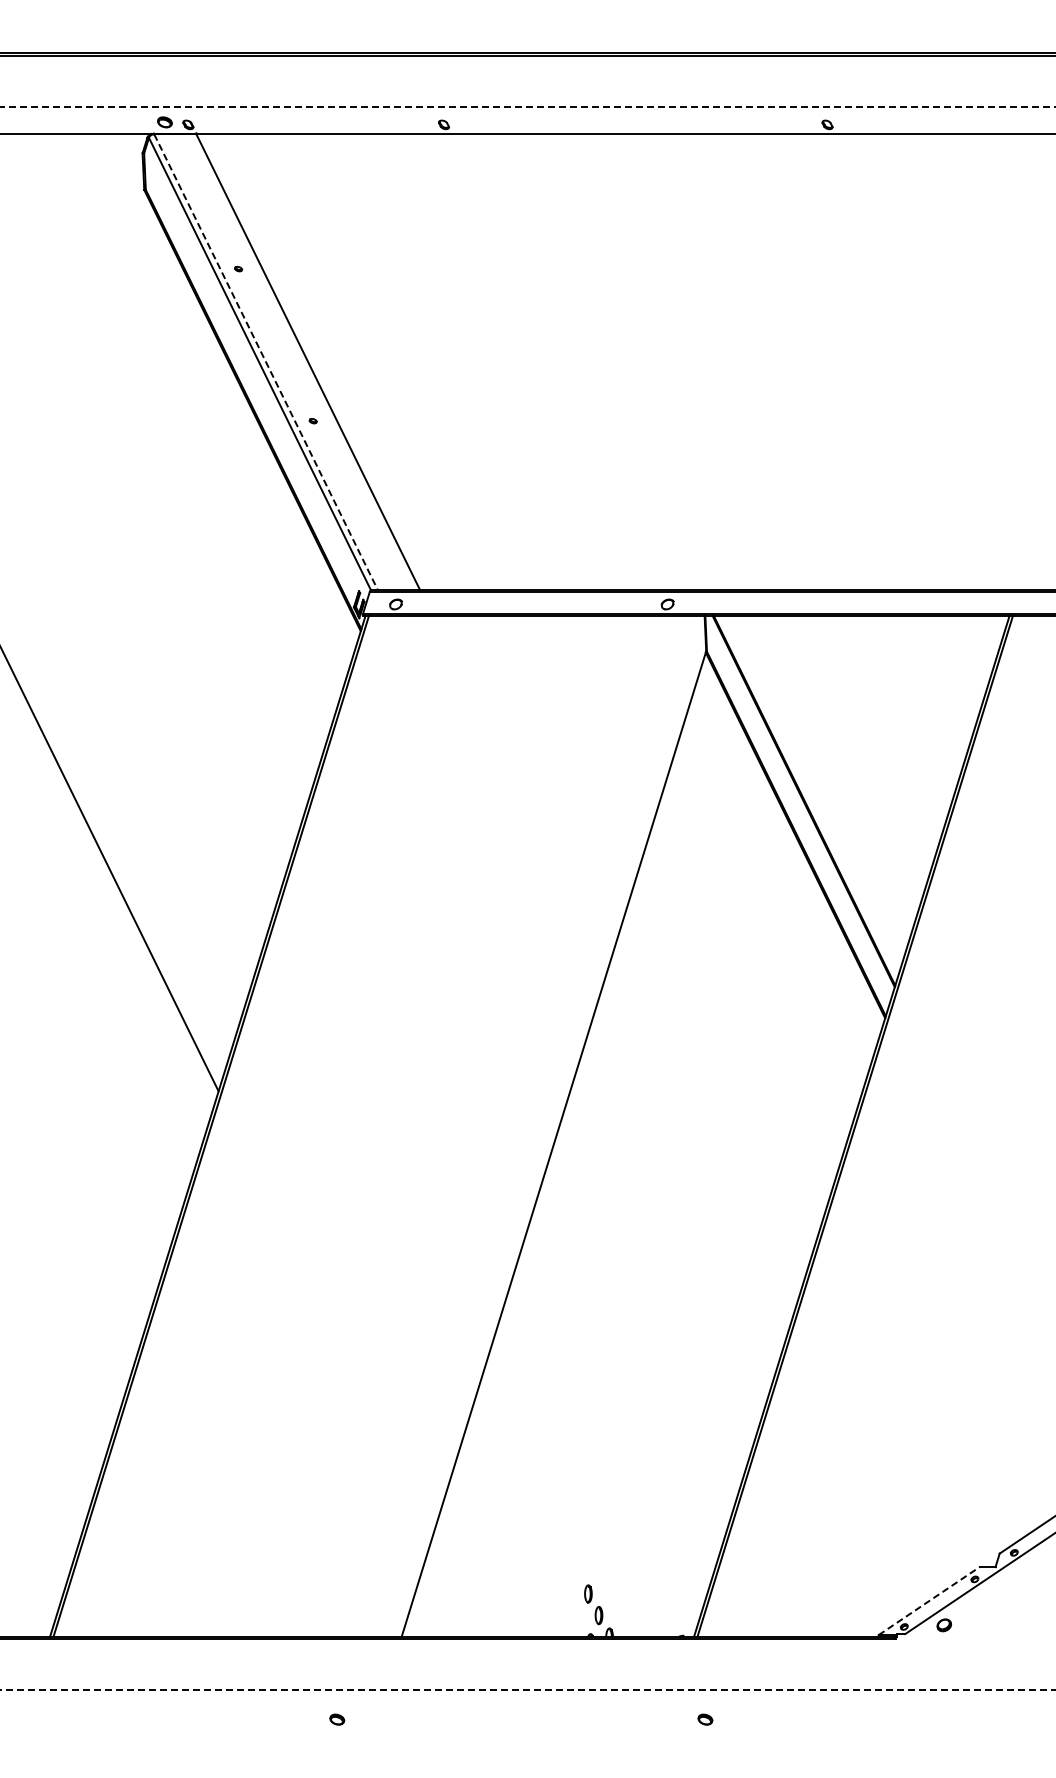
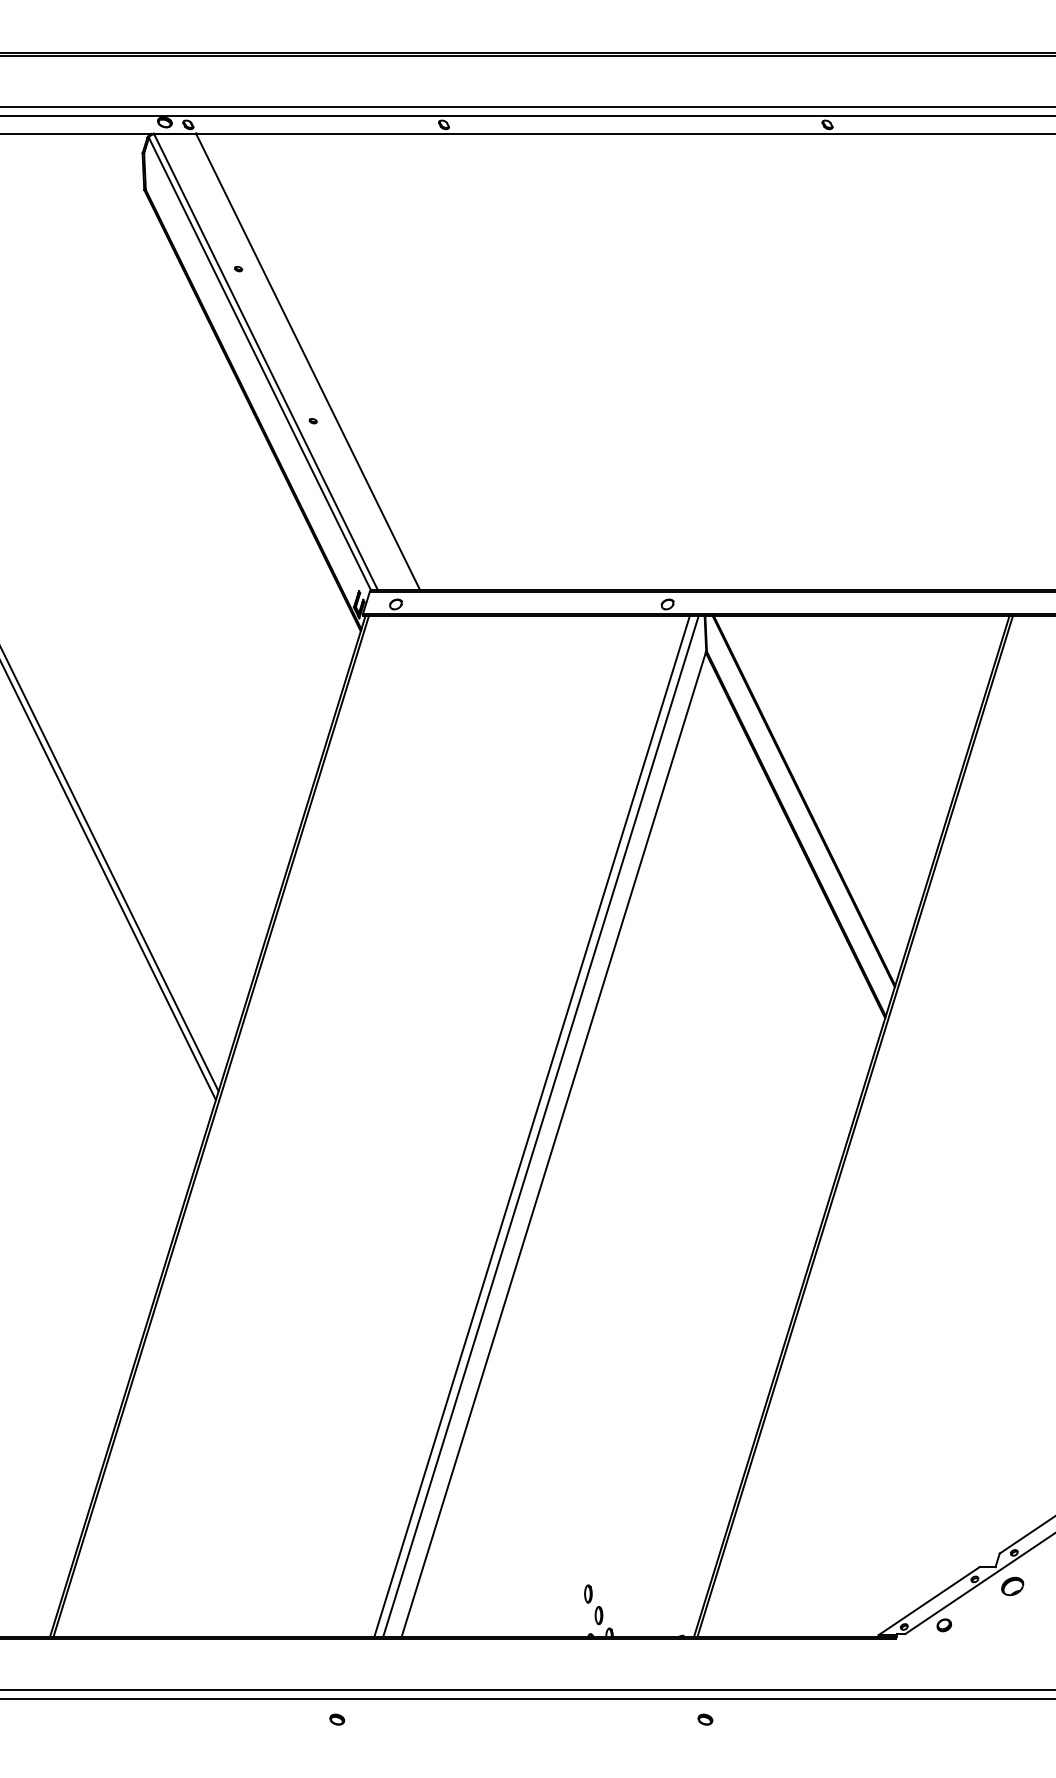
line at (527, 107): dashed -> solid
line at (527, 115): none -> present
line at (266, 362): dashed -> solid
line at (108, 882): none -> present
line at (531, 1125): none -> present
line at (540, 1125): none -> present
part at (1012, 1586): none -> present
line at (929, 1601): dashed -> solid
line at (527, 1690): dashed -> solid
line at (527, 1699): none -> present
